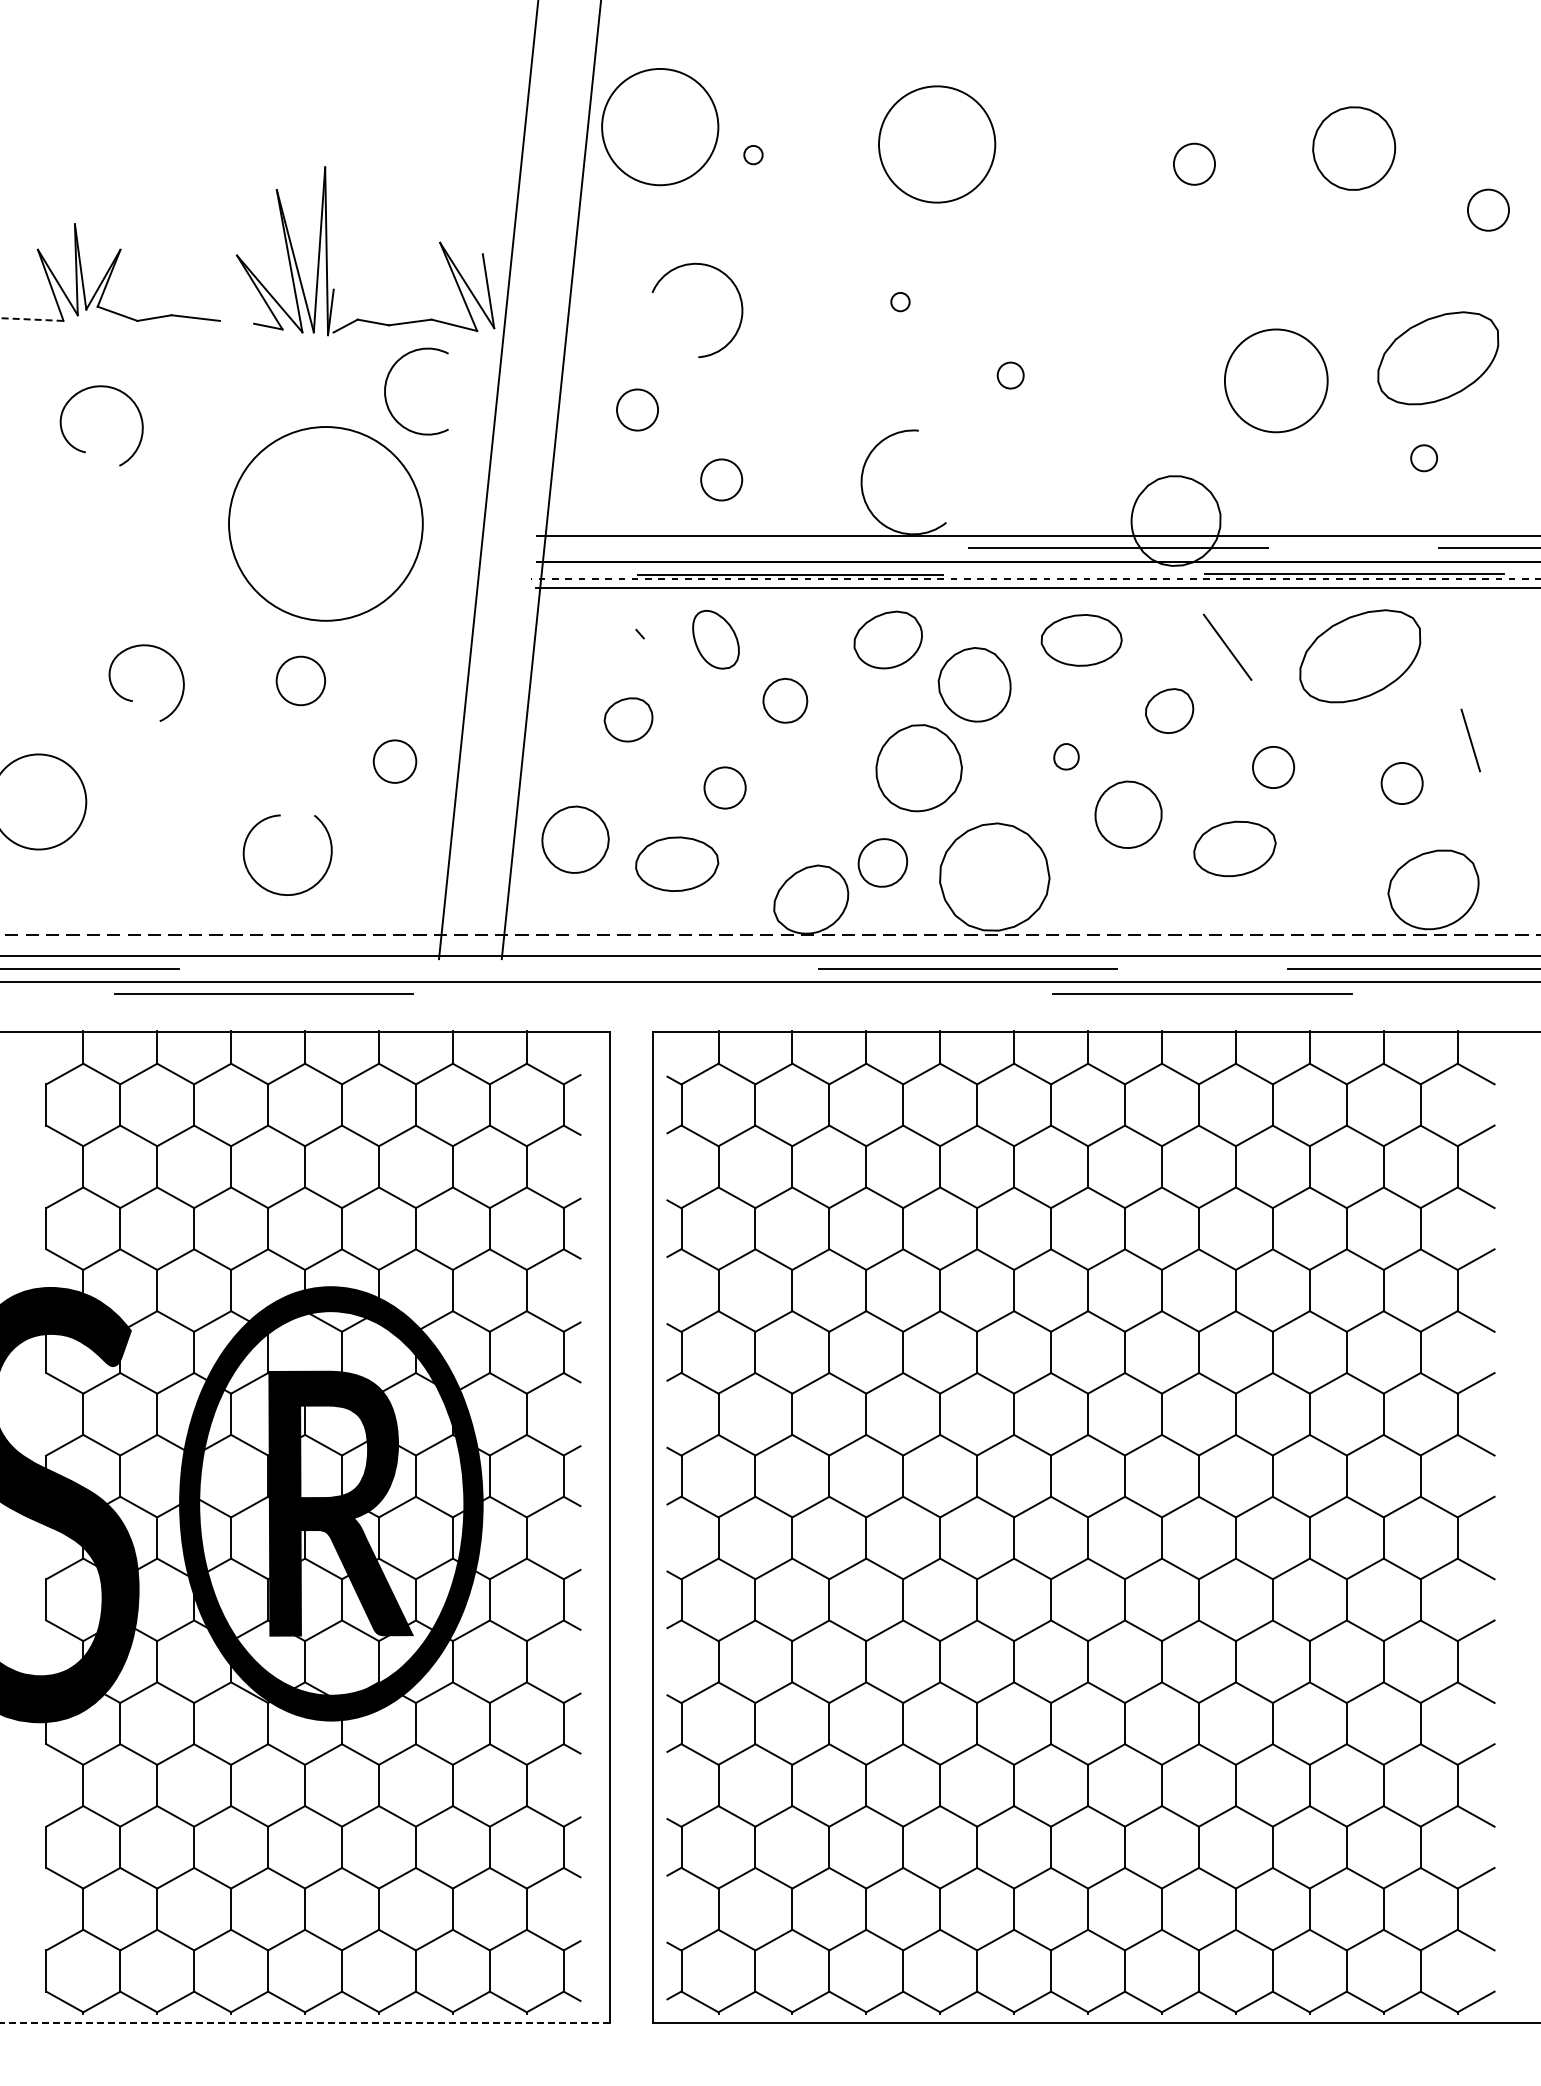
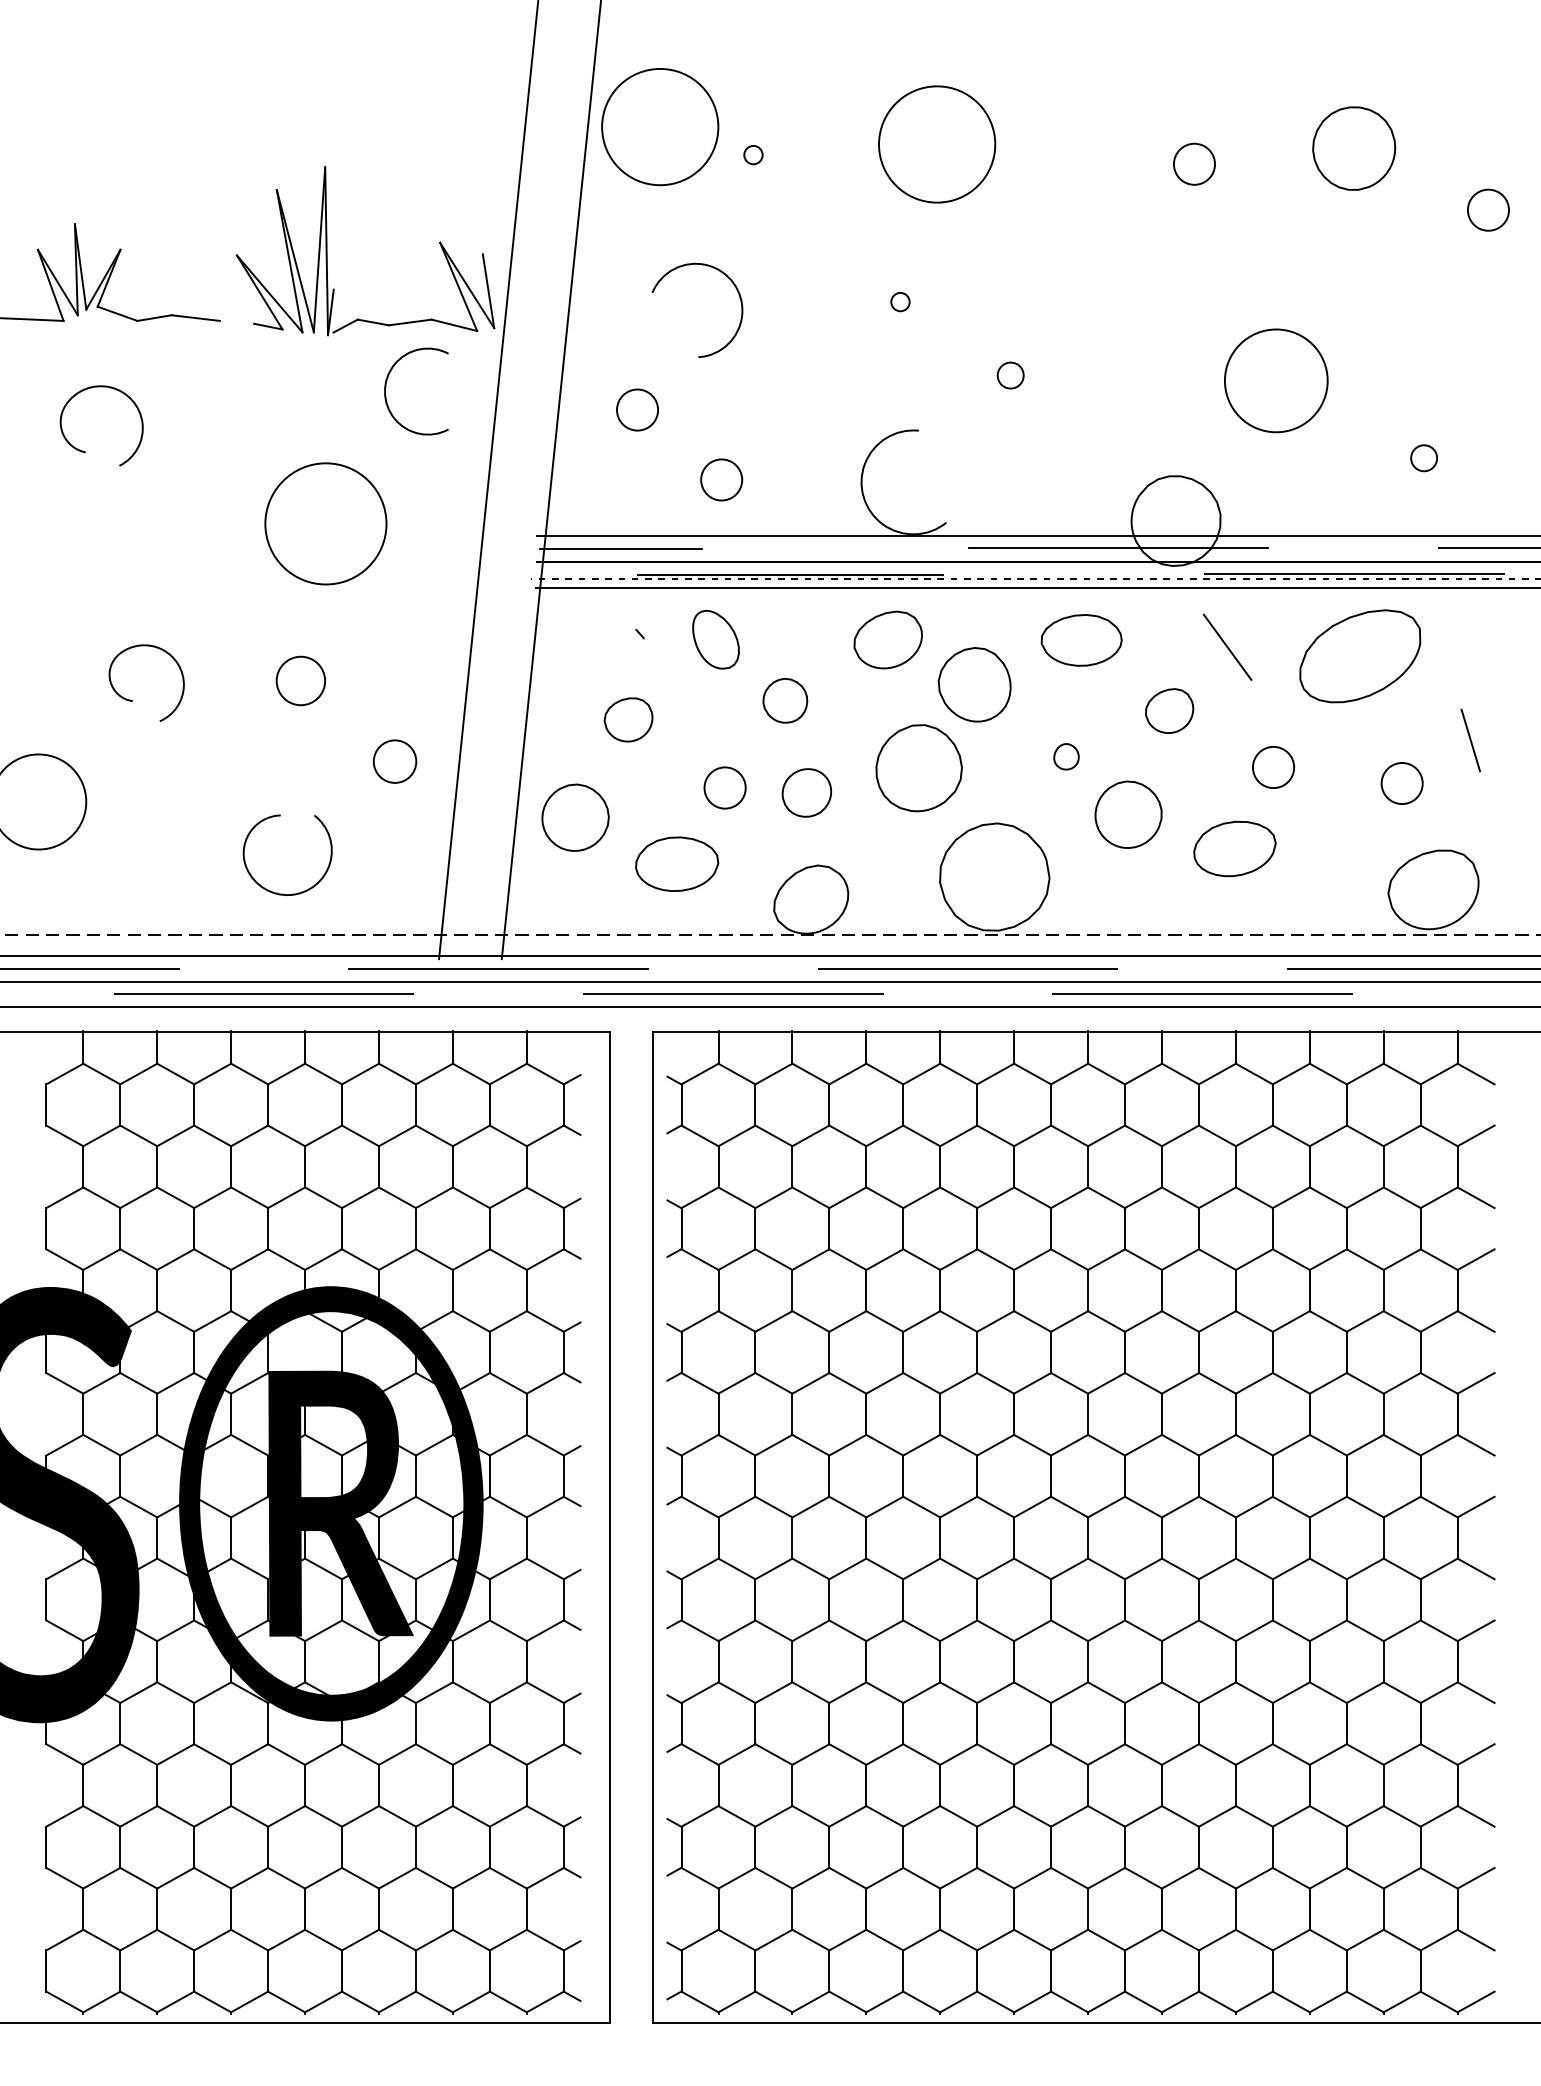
line at (31, 319): dashed -> solid
part at (1438, 358): present -> none
circle at (325, 523) diameter: 194 px -> 121 px
line at (621, 548): none -> present
part at (575, 839) position: (575, 839) -> (575, 817)
part at (882, 862) position: (882, 862) -> (806, 792)
line at (498, 968): none -> present
line at (732, 994): none -> present
line at (769, 1007): none -> present
line at (304, 2023): dashed -> solid
